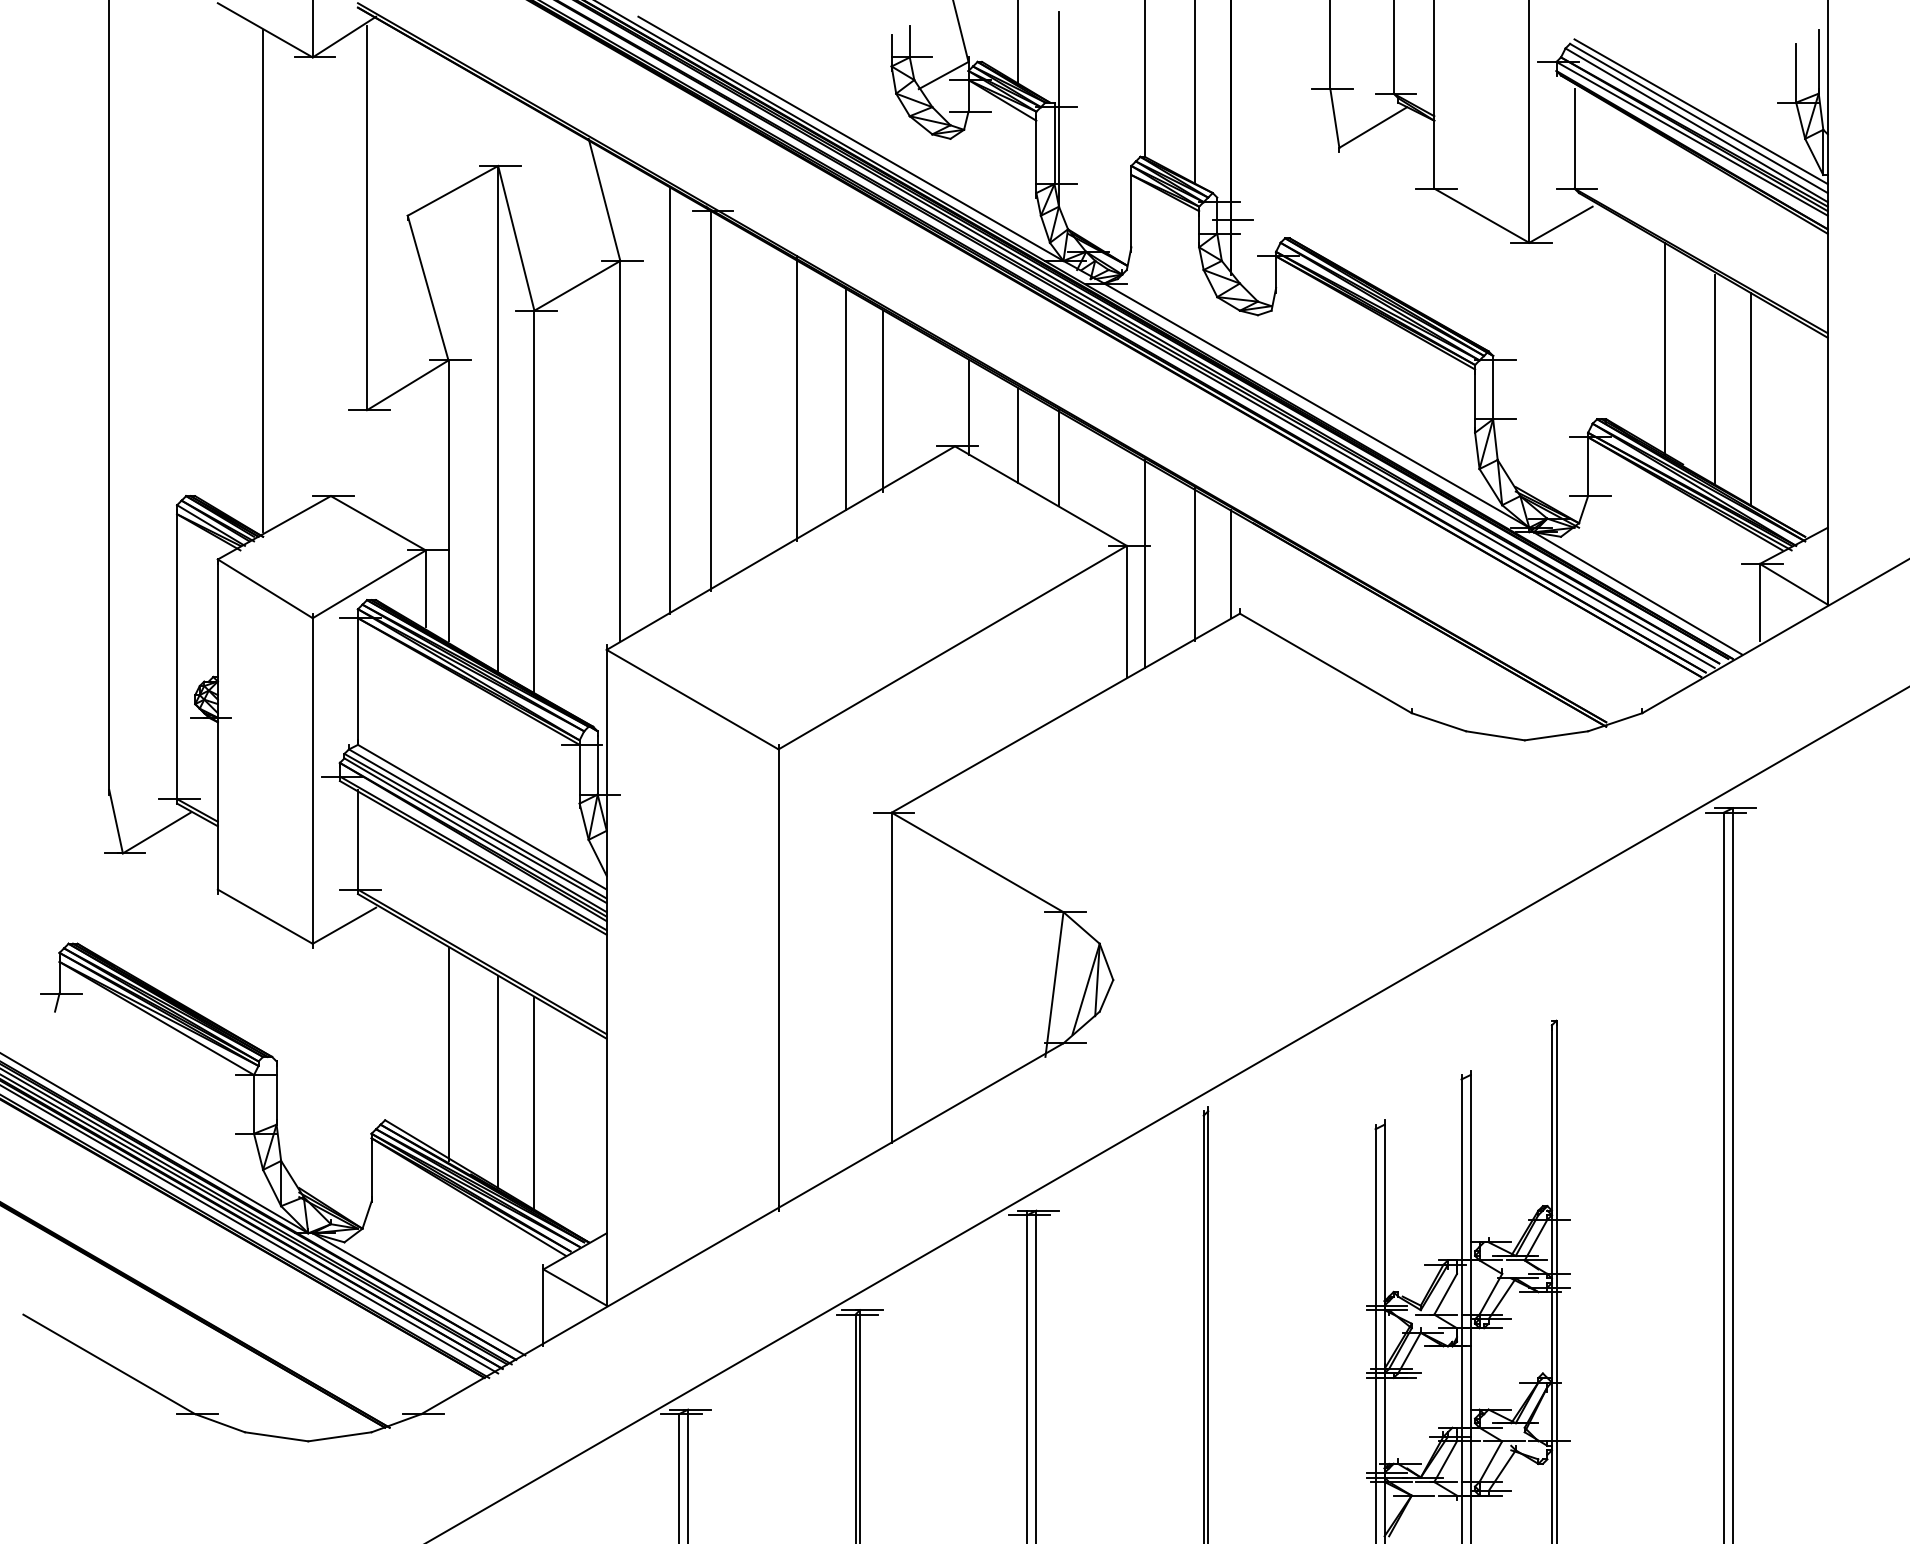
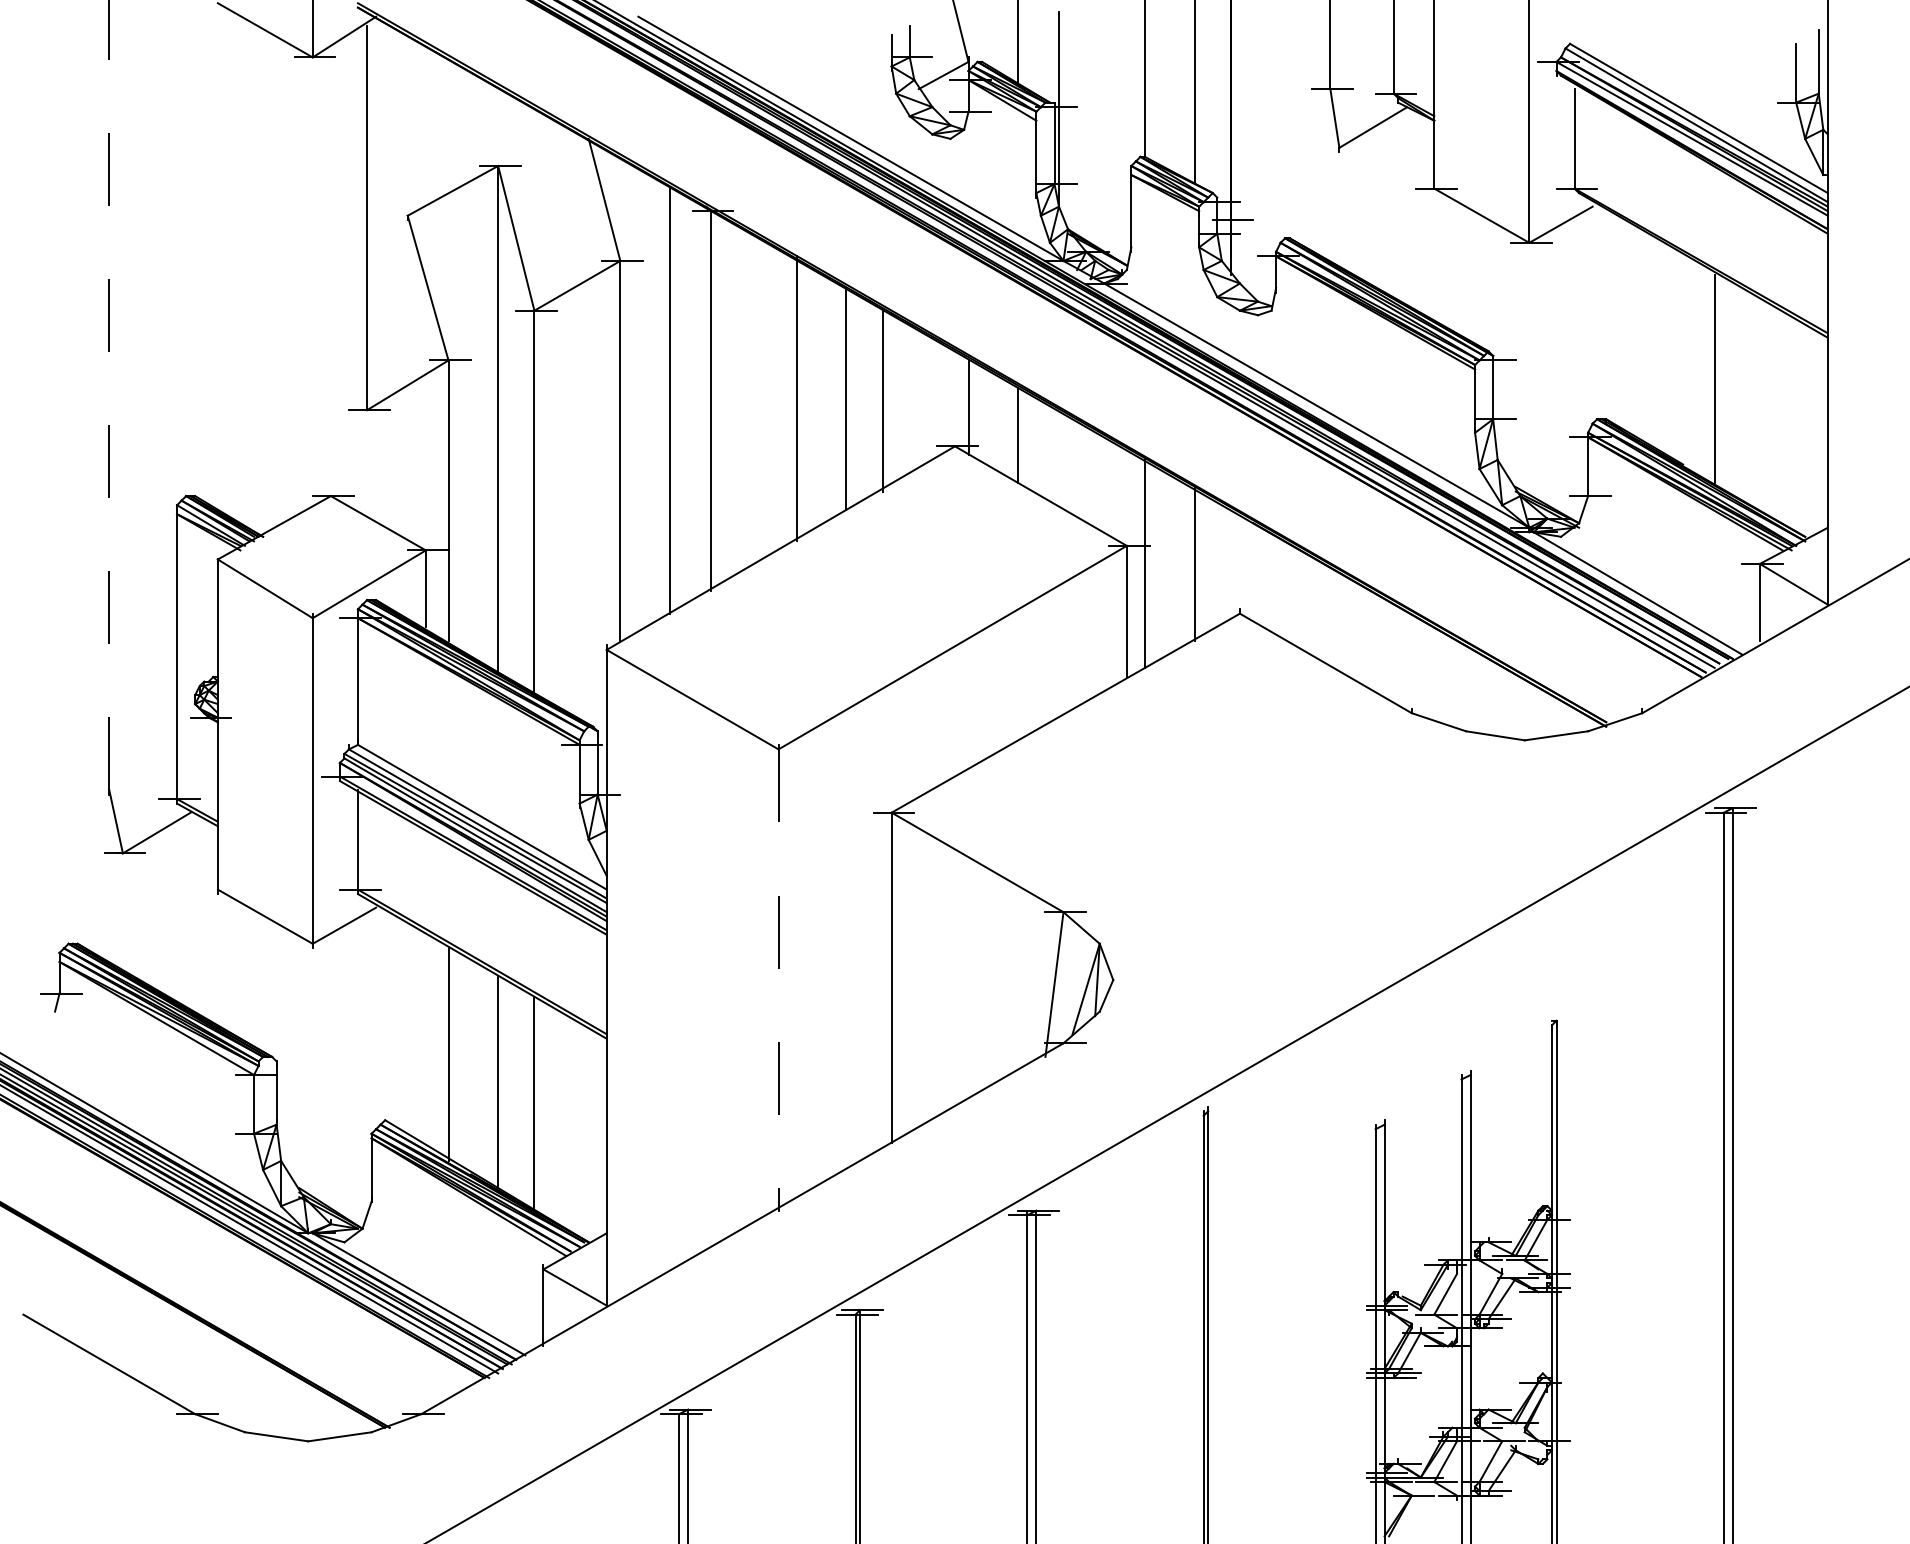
line at (1700, 111): present -> none
line at (263, 281): present -> none
line at (1664, 348): present -> none
line at (109, 395): solid -> dashed
line at (1750, 398): present -> none
line at (1058, 457): present -> none
line at (1230, 563): present -> none
line at (778, 980): solid -> dashed
